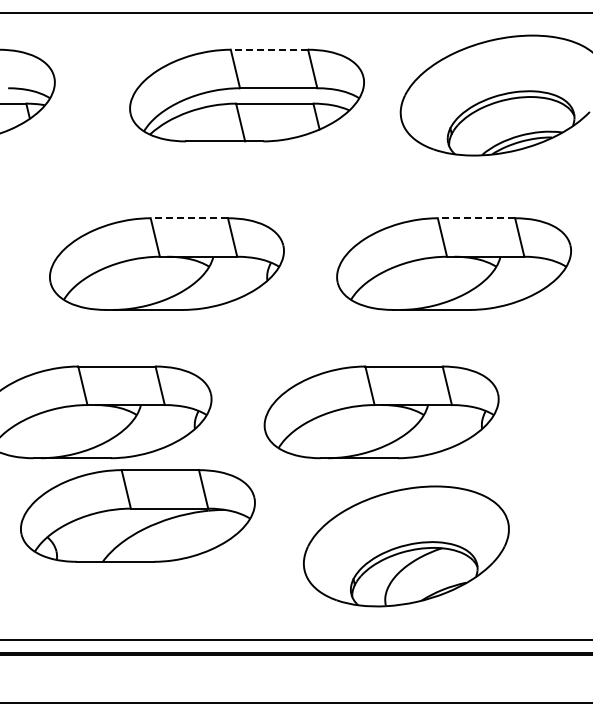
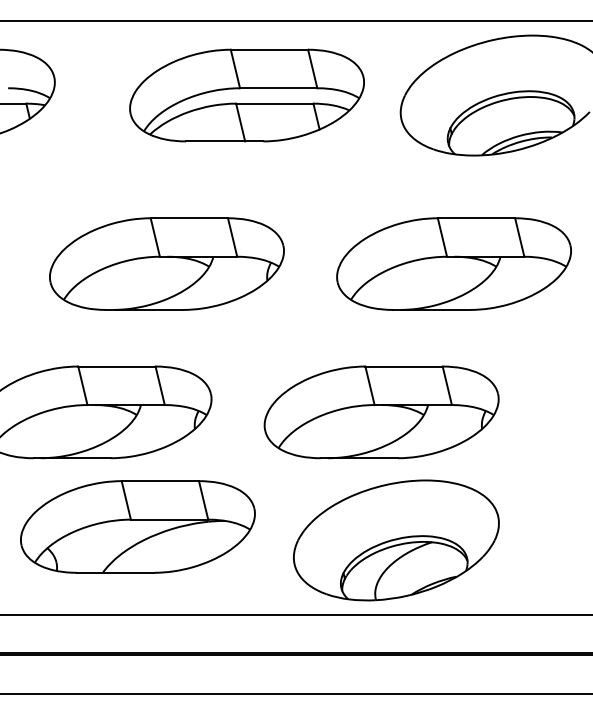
line at (295, 13) position: (295, 13) -> (295, 21)
line at (269, 49): dashed -> solid
line at (189, 218): dashed -> solid
line at (476, 218): dashed -> solid
part at (137, 515) position: (137, 515) -> (137, 526)
part at (406, 546) position: (406, 546) -> (396, 540)
line at (295, 639) position: (295, 639) -> (295, 614)
line at (295, 702) position: (295, 702) -> (295, 693)
